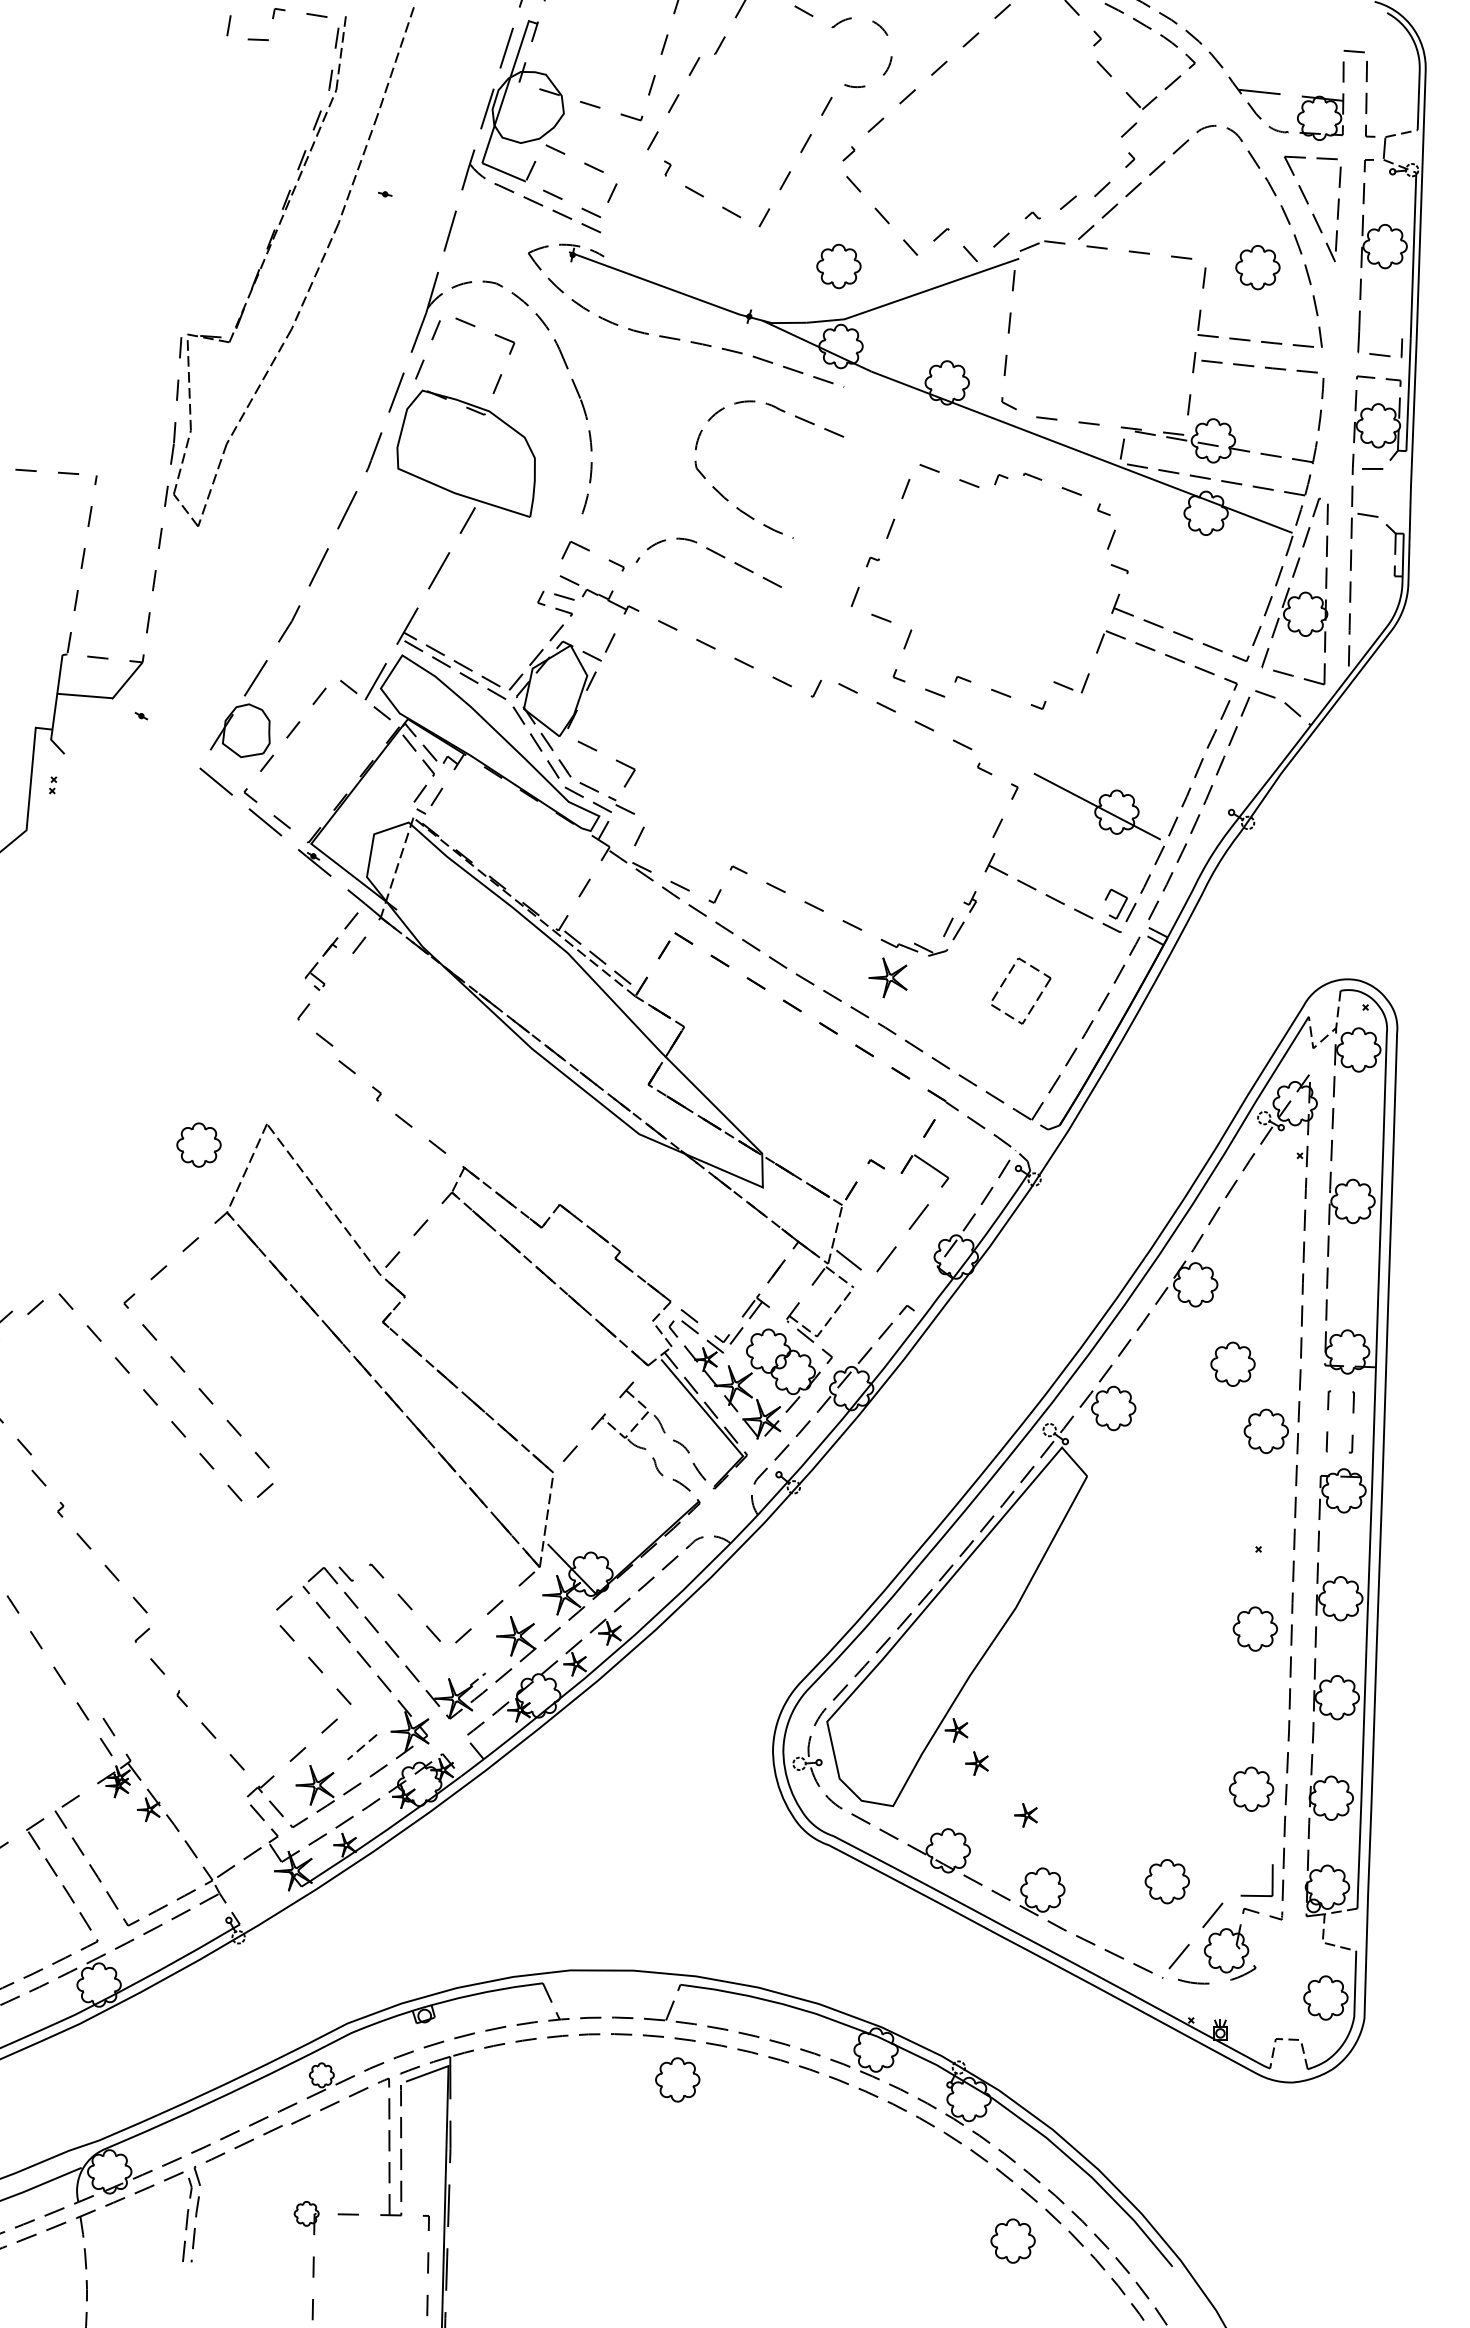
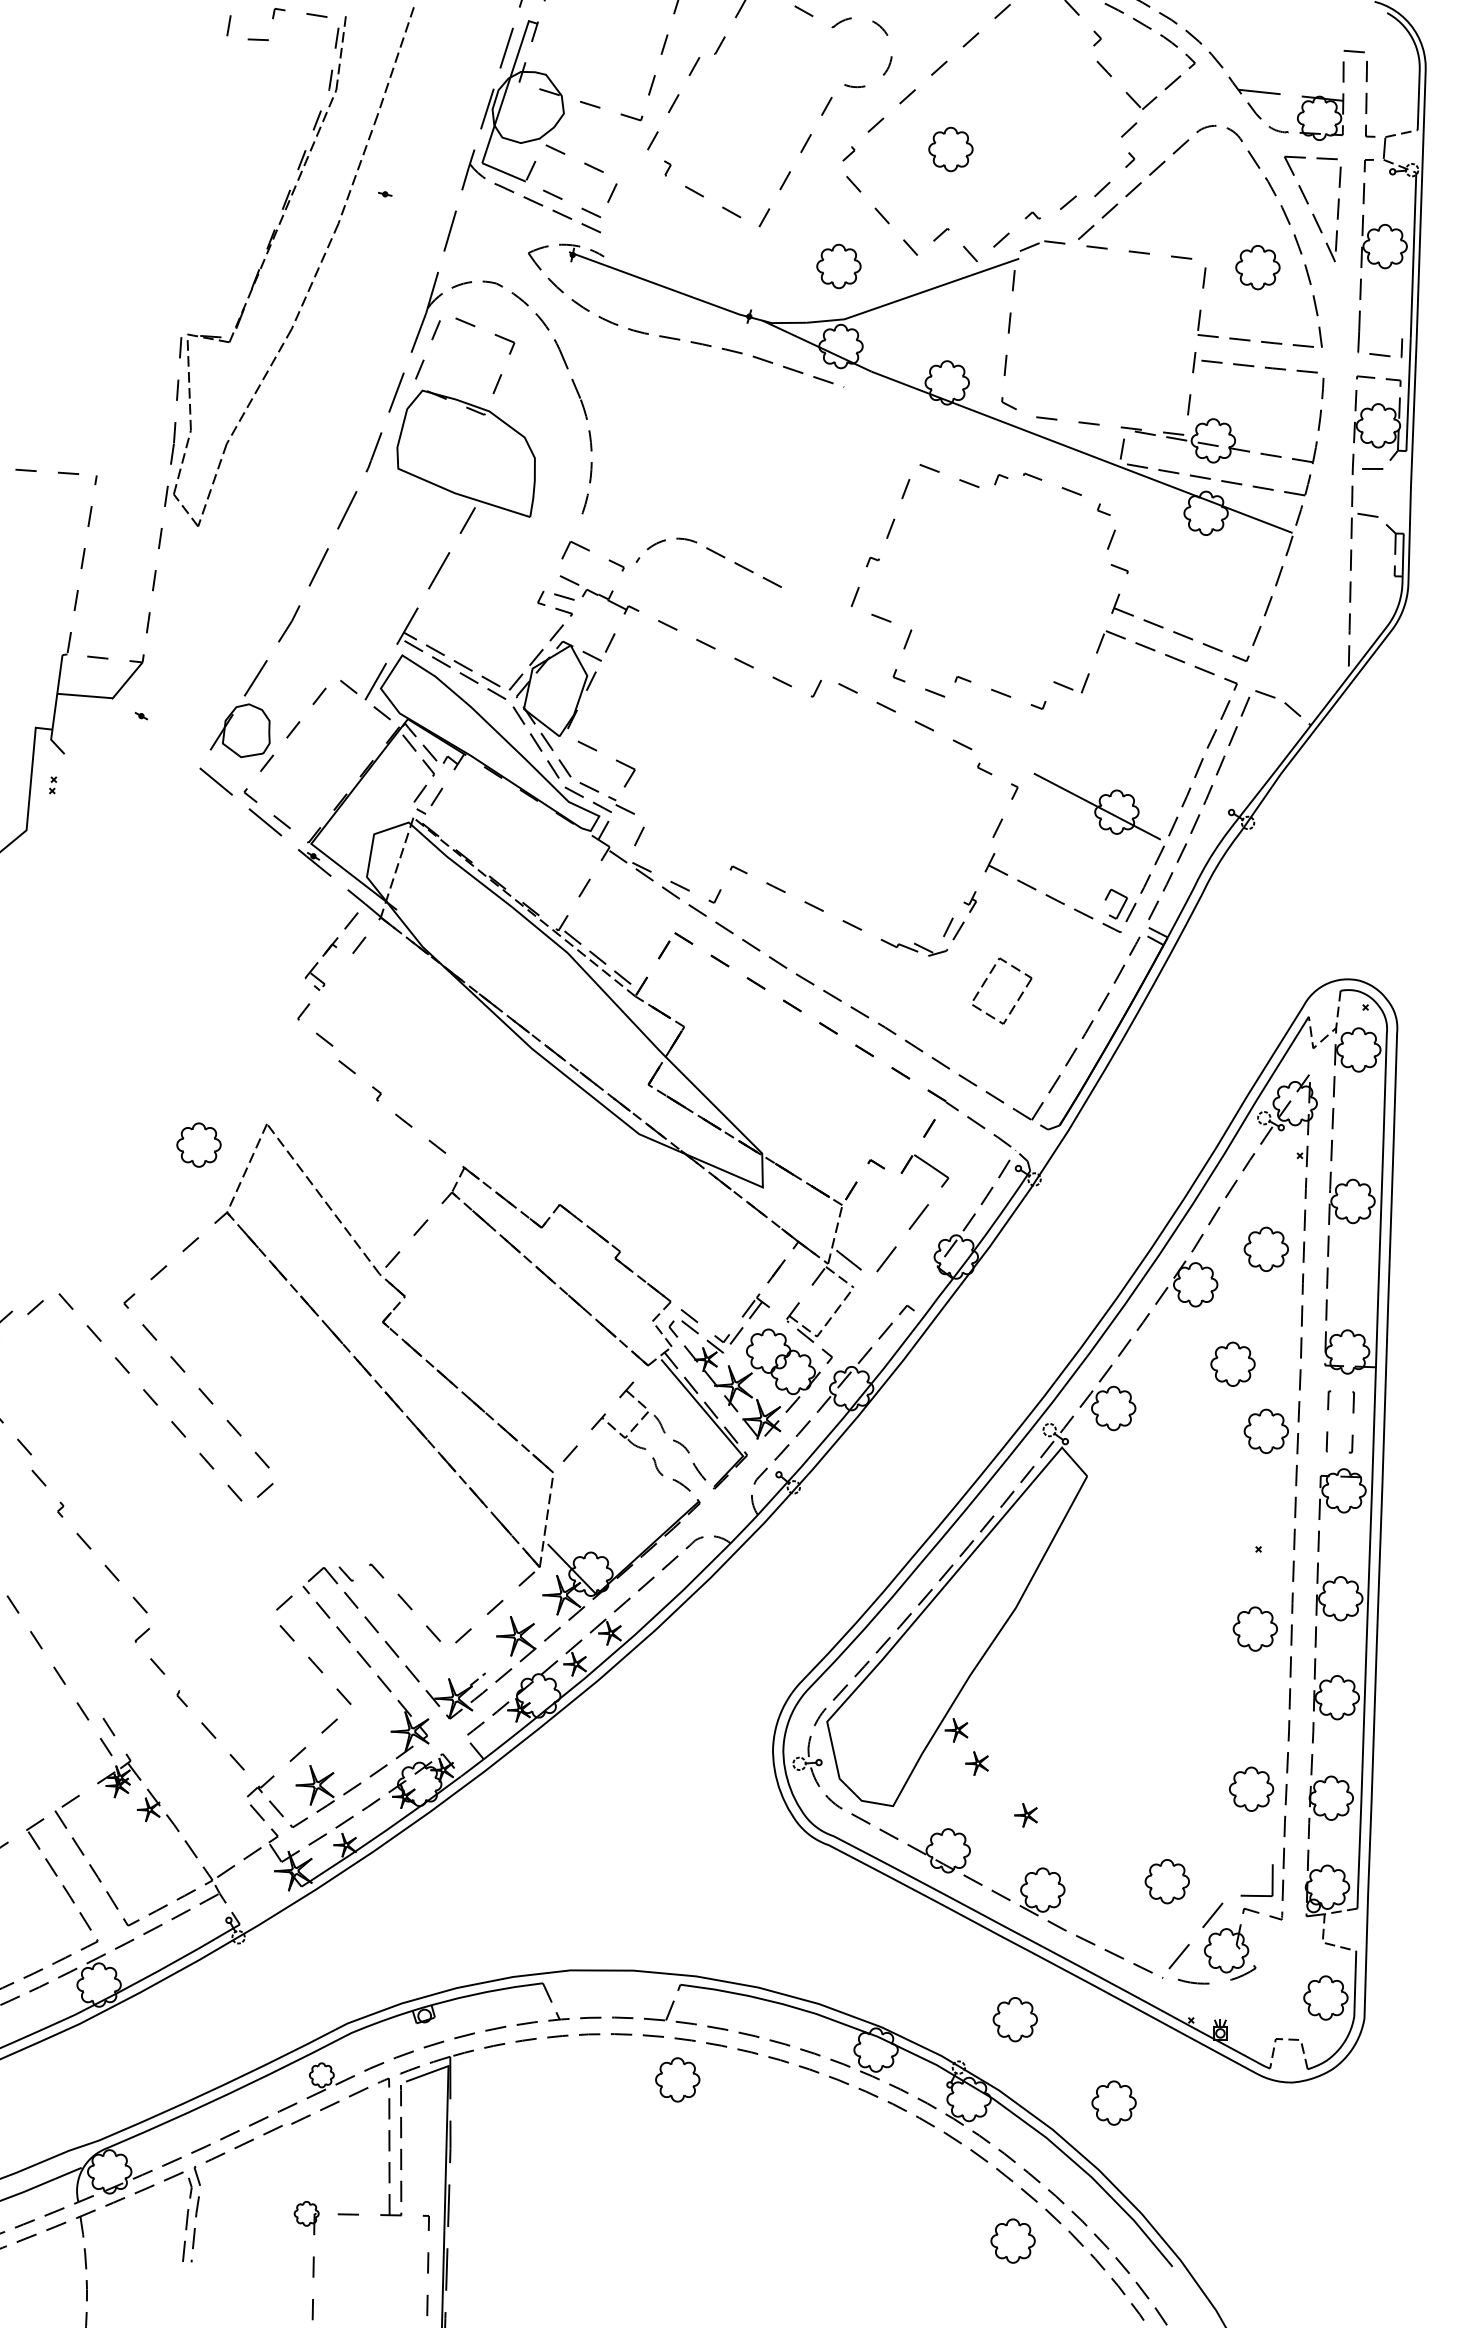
part at (950, 149): none -> present
curve at (738, 507): present -> none
part at (1294, 591): present -> none
part at (887, 977): present -> none
part at (1037, 997) position: (1037, 997) -> (1018, 997)
part at (1265, 1248): none -> present
line at (362, 1747): present -> none
part at (1014, 2019): none -> present
part at (1113, 2102): none -> present
